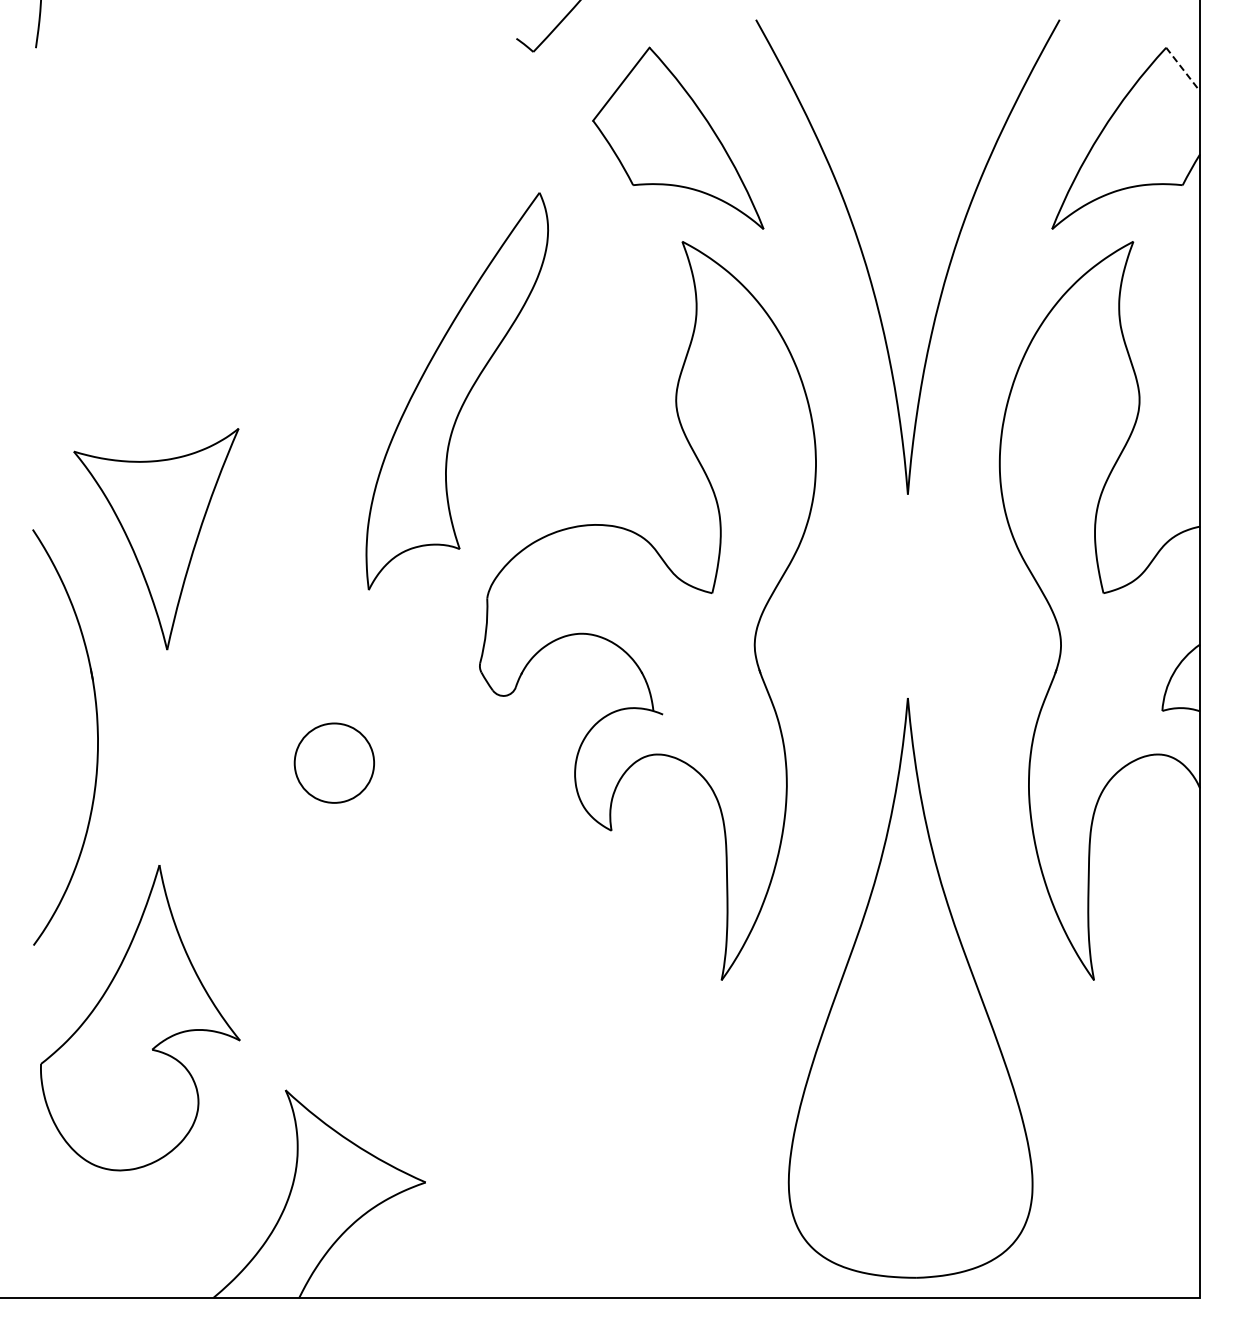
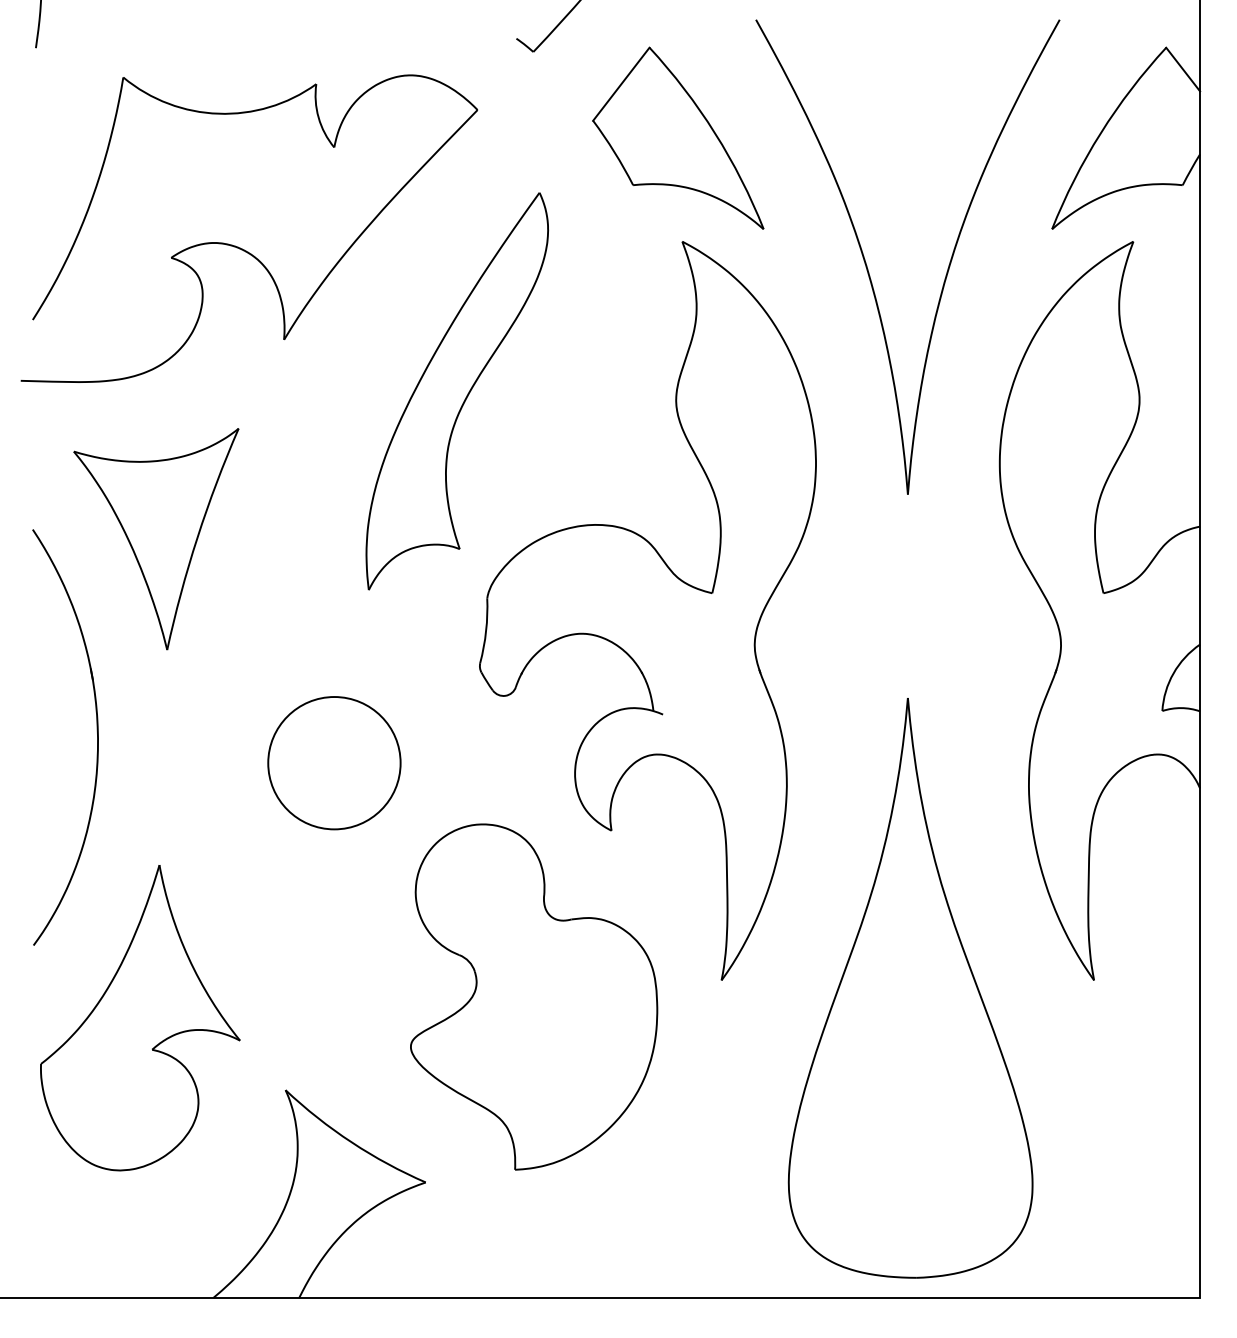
line at (1183, 69): dashed -> solid
part at (238, 246): none -> present
circle at (334, 762) diameter: 79 px -> 132 px
part at (534, 996): none -> present
